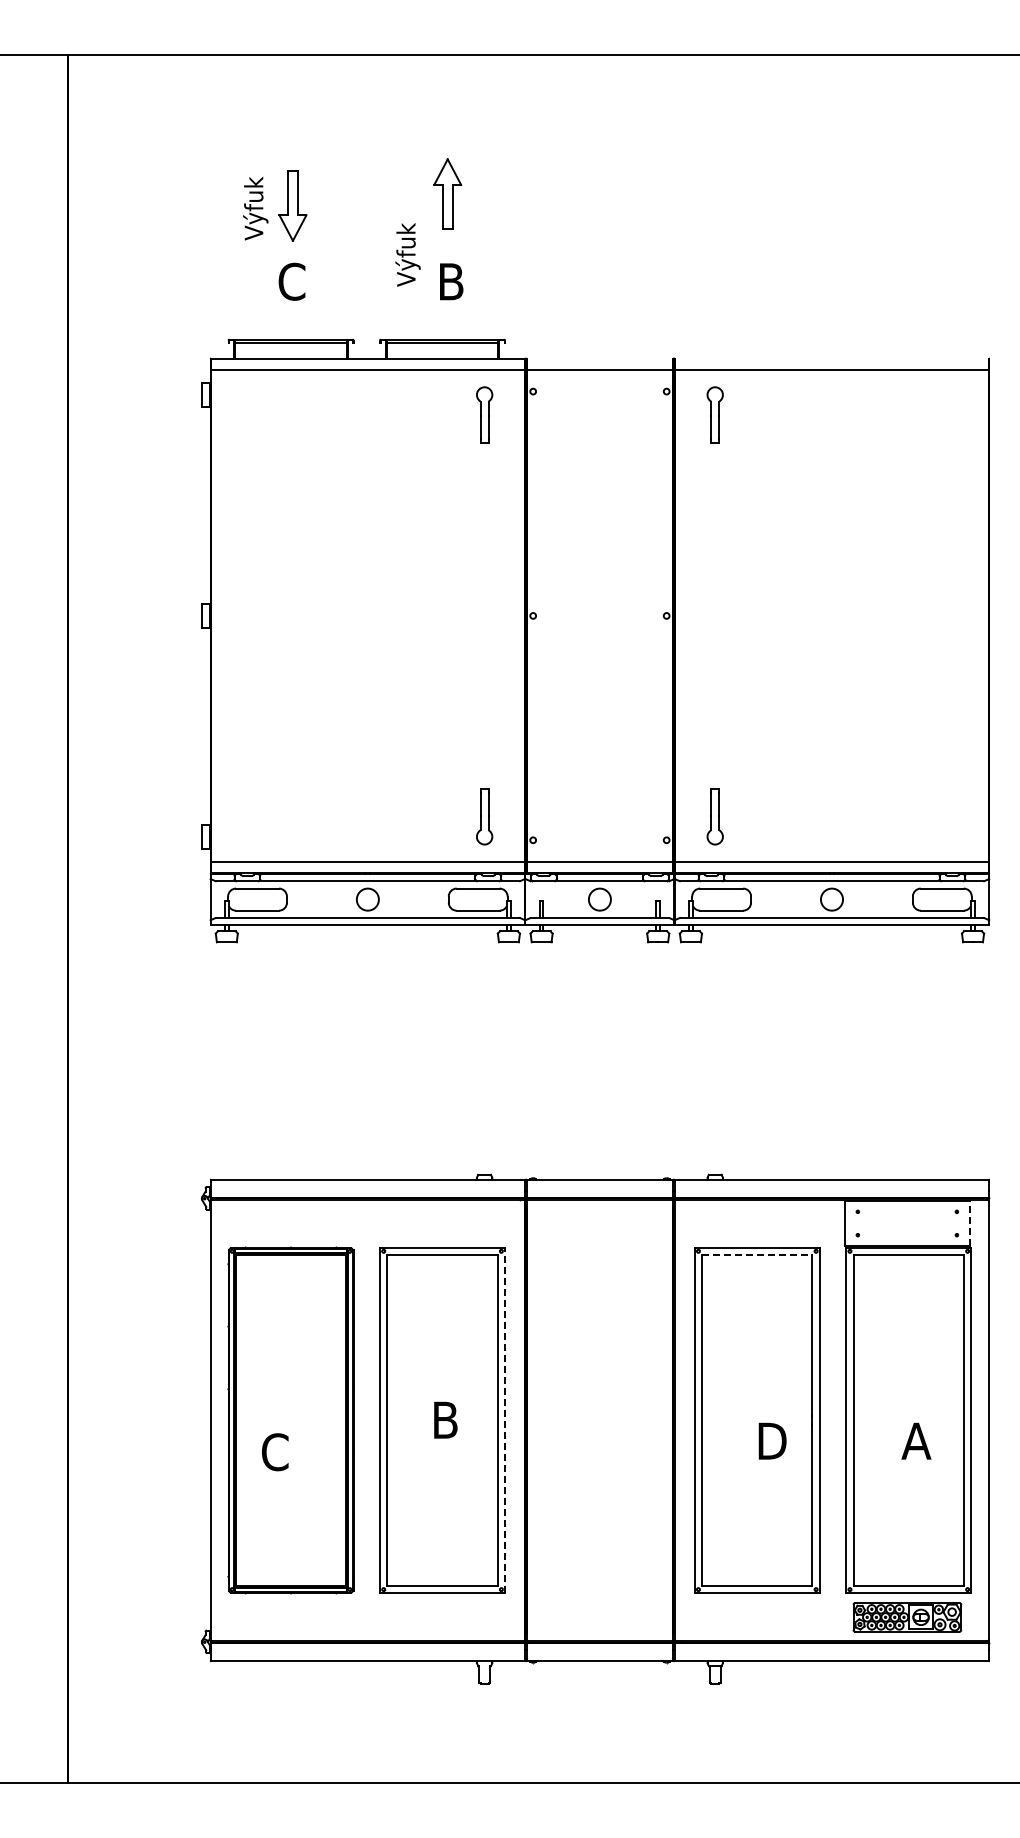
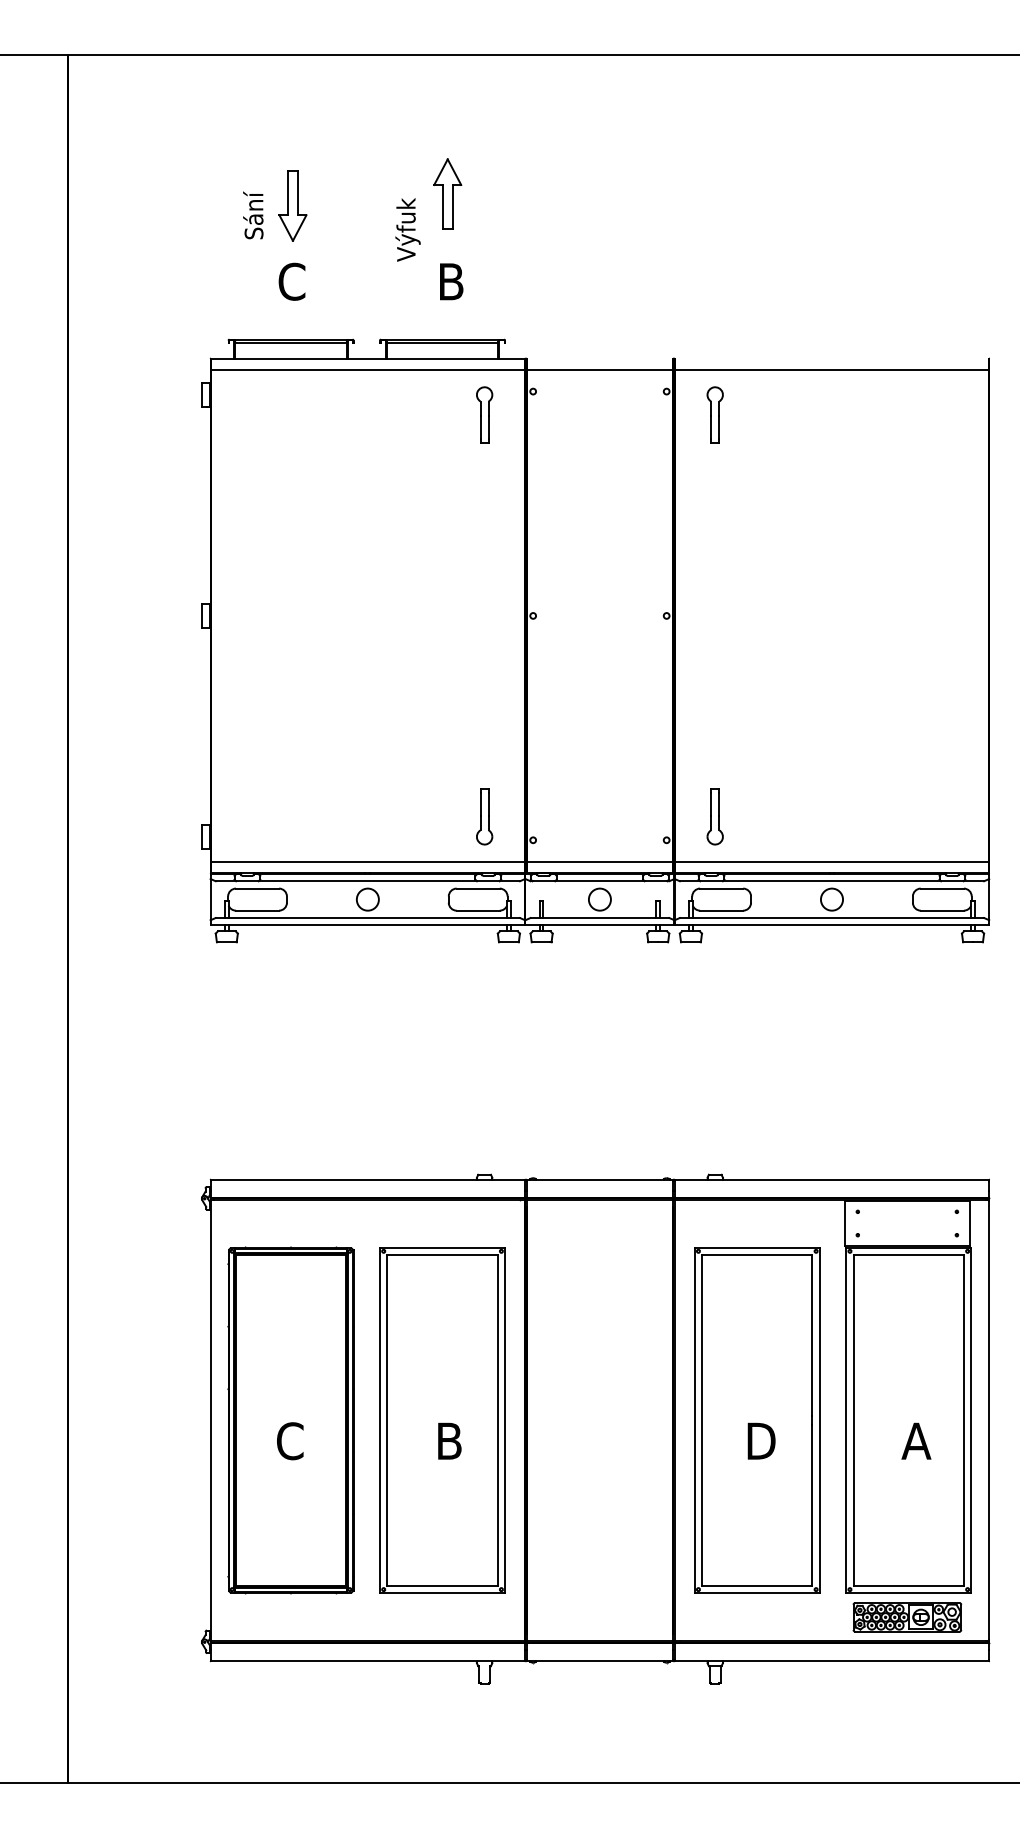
text at (255, 208): Výfuk -> Sání
text at (407, 254) position: (407, 254) -> (407, 229)
line at (969, 1223): dashed -> solid
line at (757, 1254): dashed -> solid
text at (445, 1419) position: (445, 1419) -> (449, 1440)
line at (505, 1420): dashed -> solid
text at (772, 1440) position: (772, 1440) -> (761, 1440)
text at (275, 1452) position: (275, 1452) -> (290, 1441)
